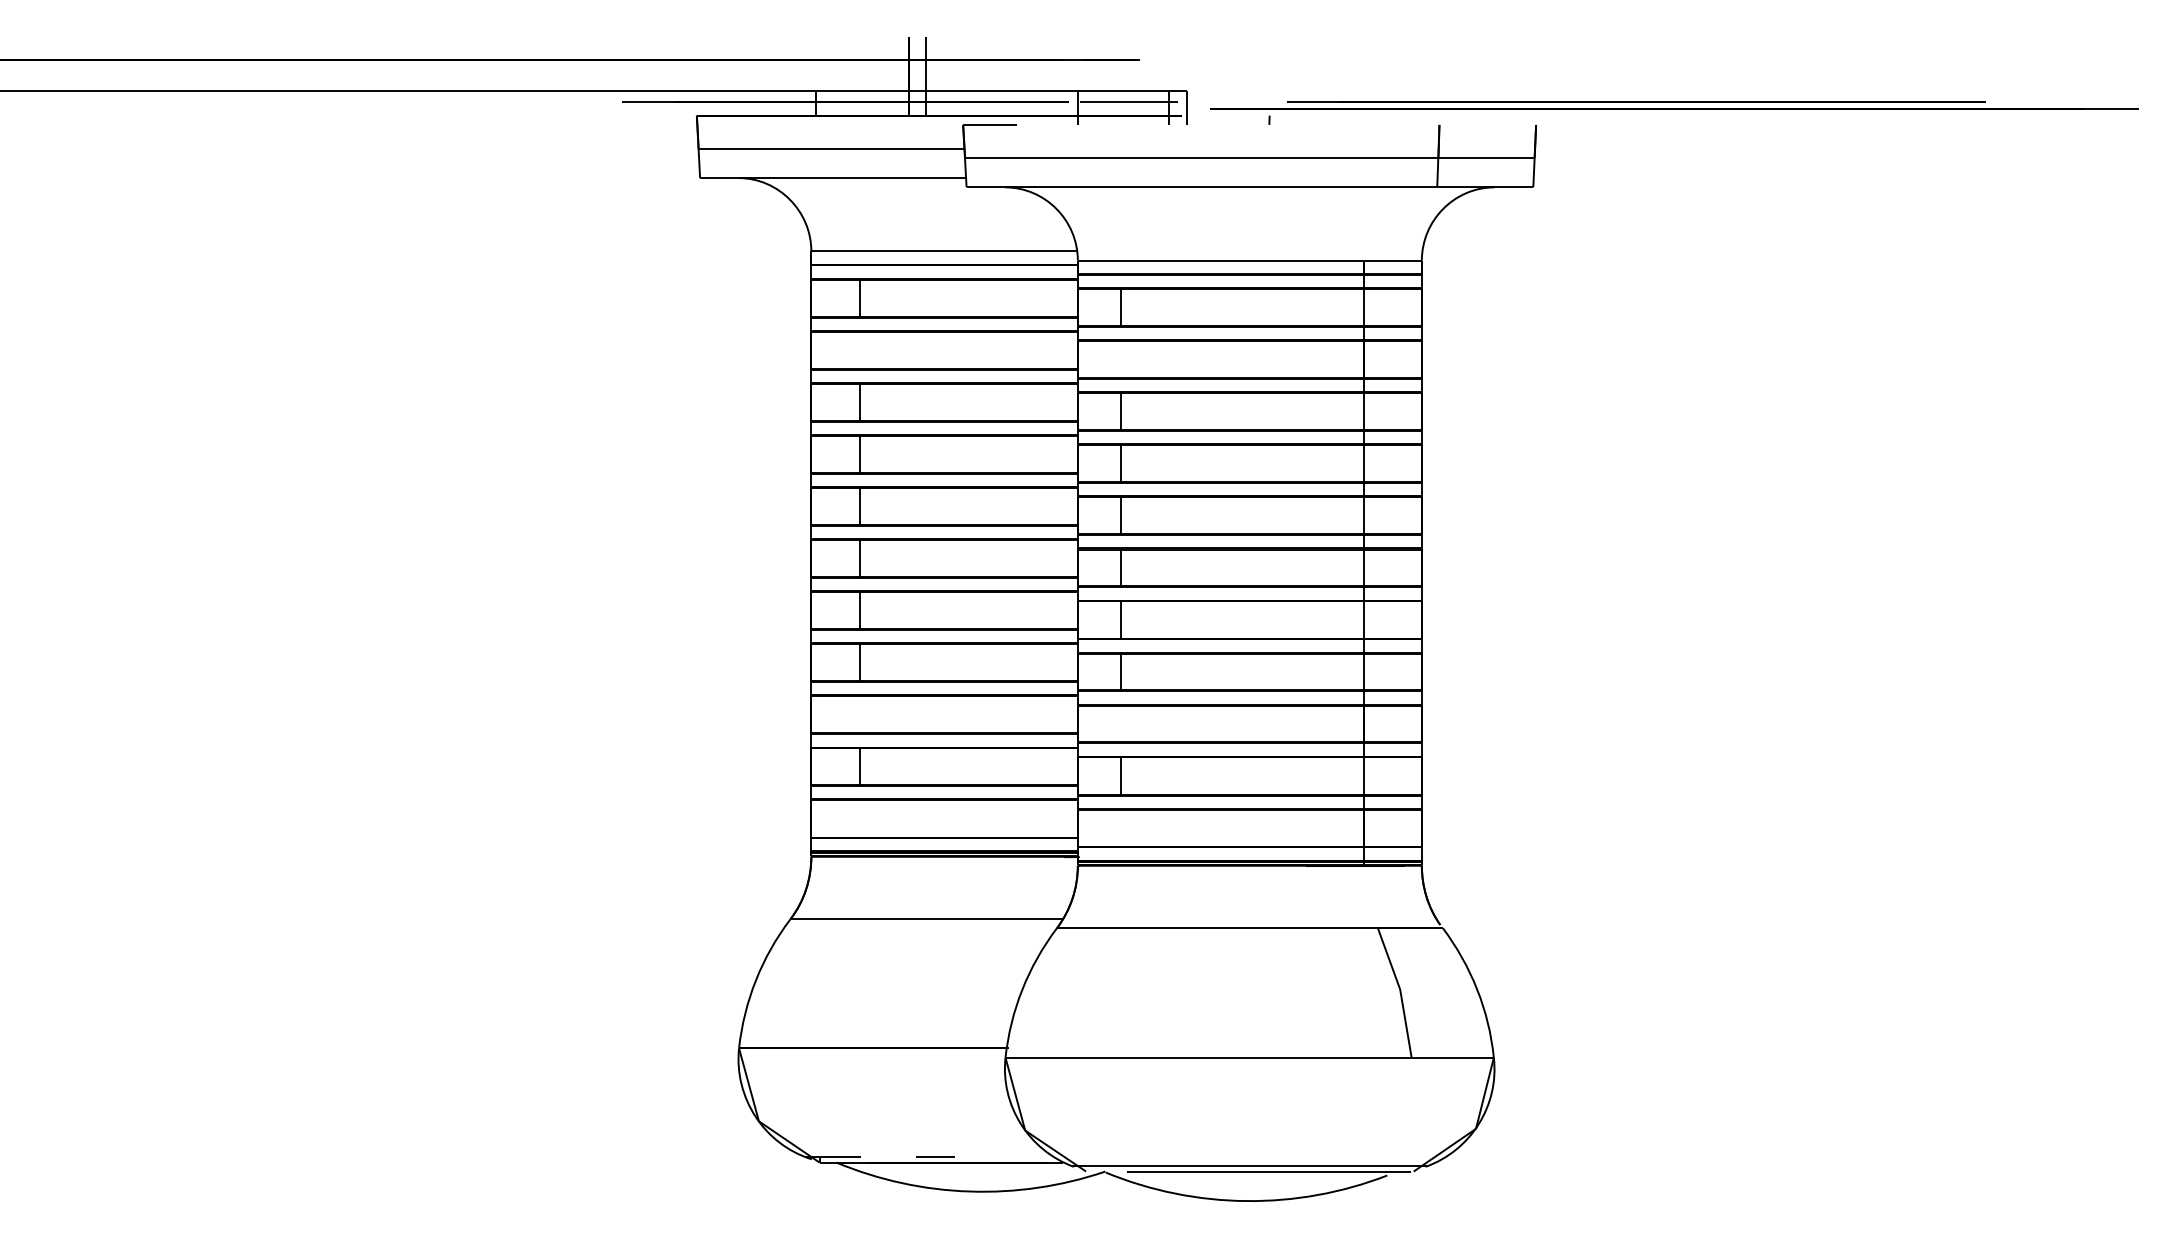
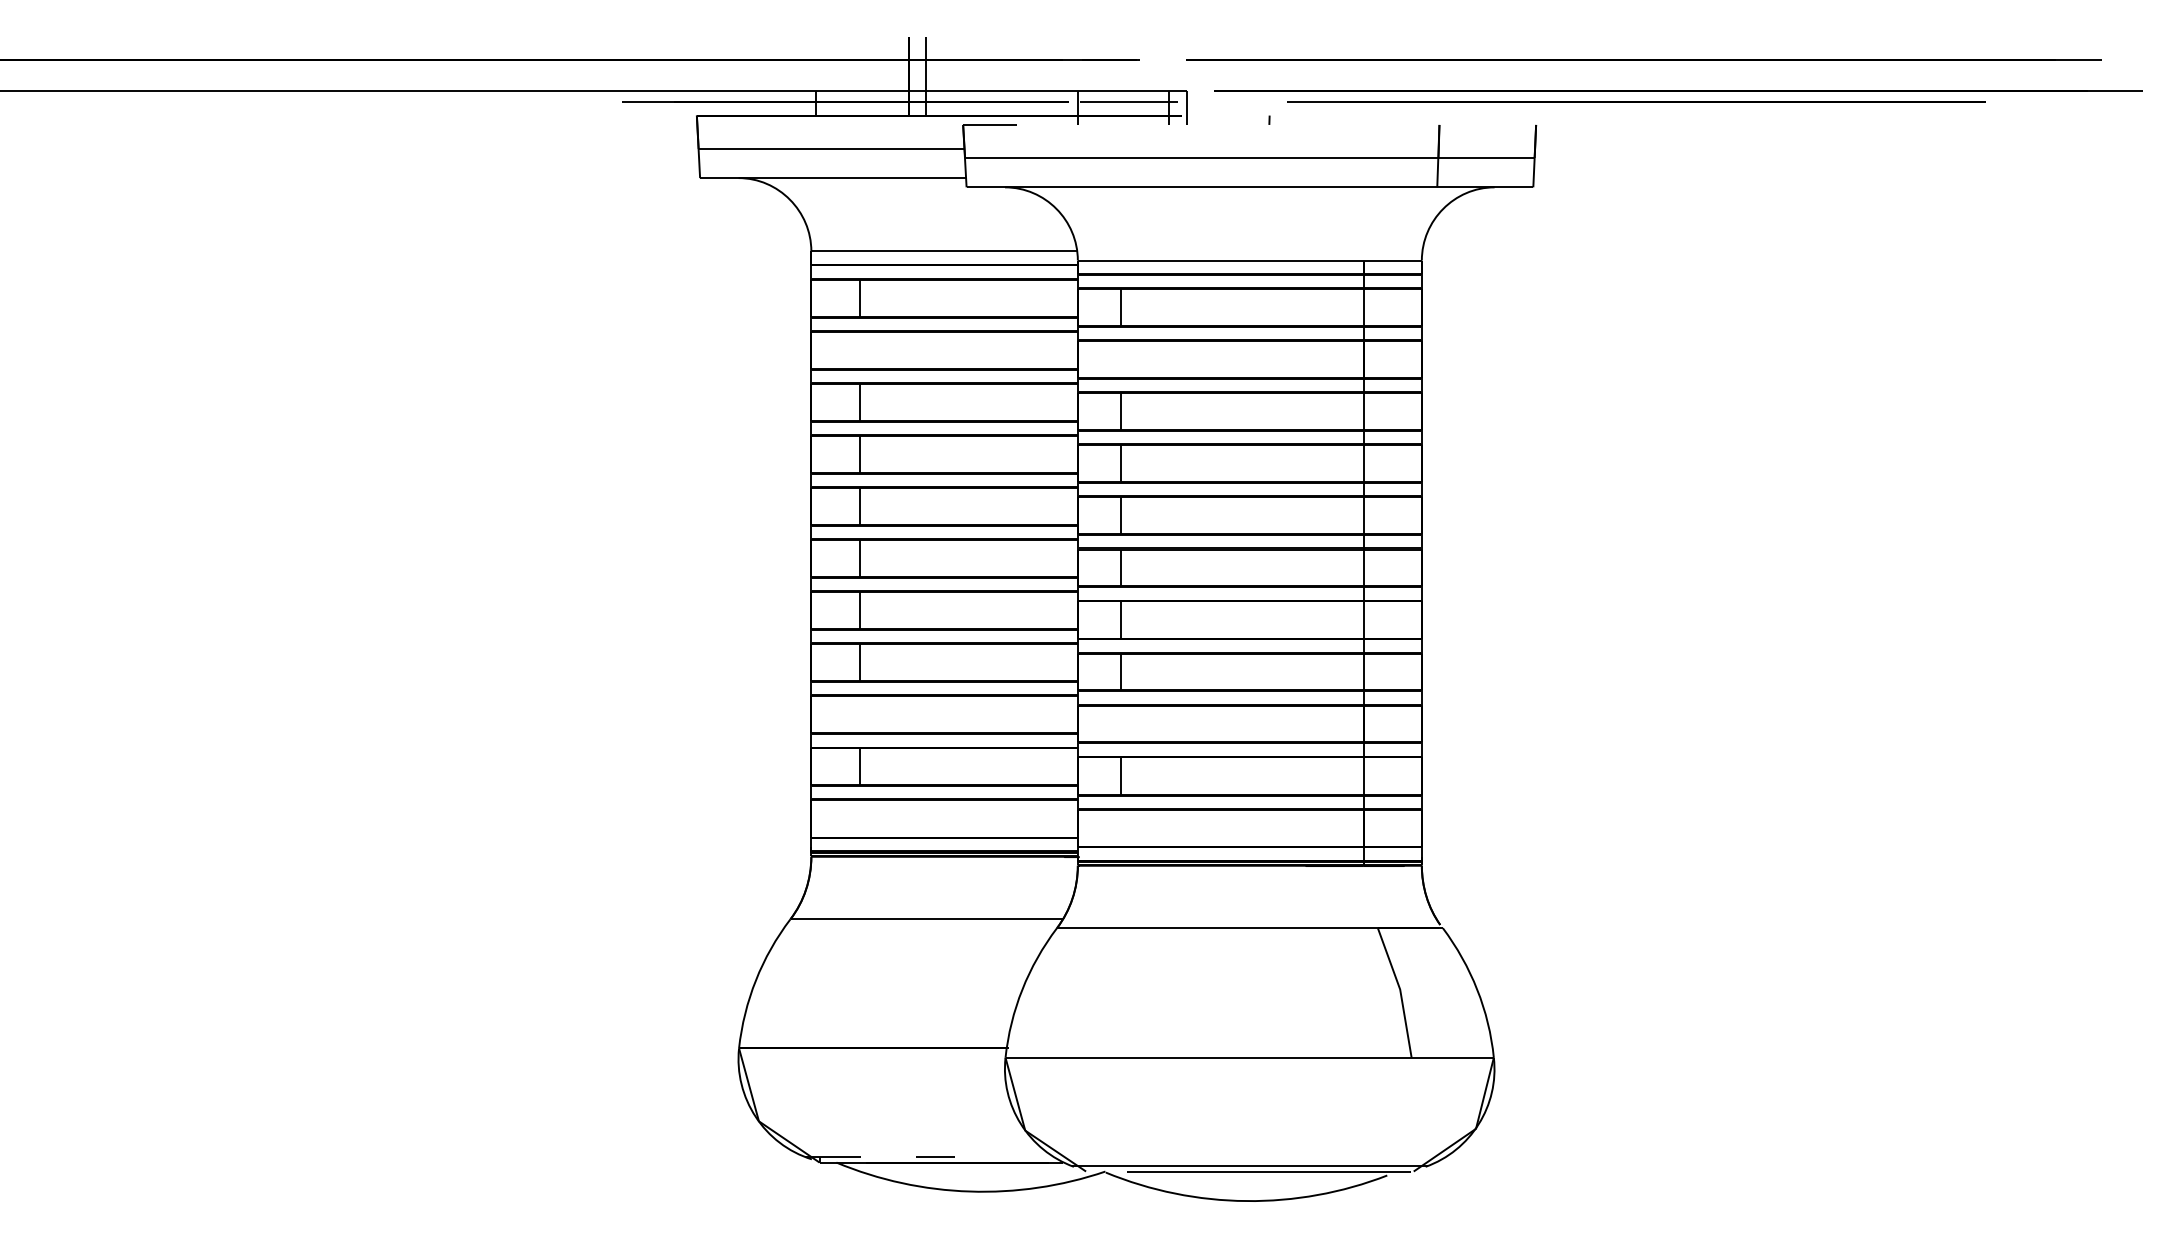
line at (1643, 59): none -> present
line at (1674, 108) position: (1674, 108) -> (1678, 90)
